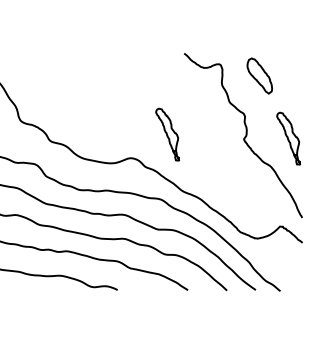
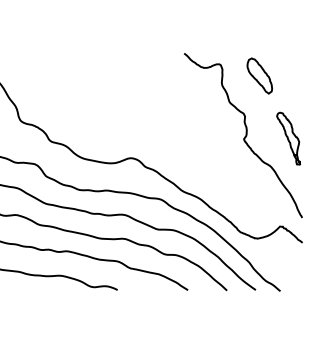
part at (167, 134): present -> none
